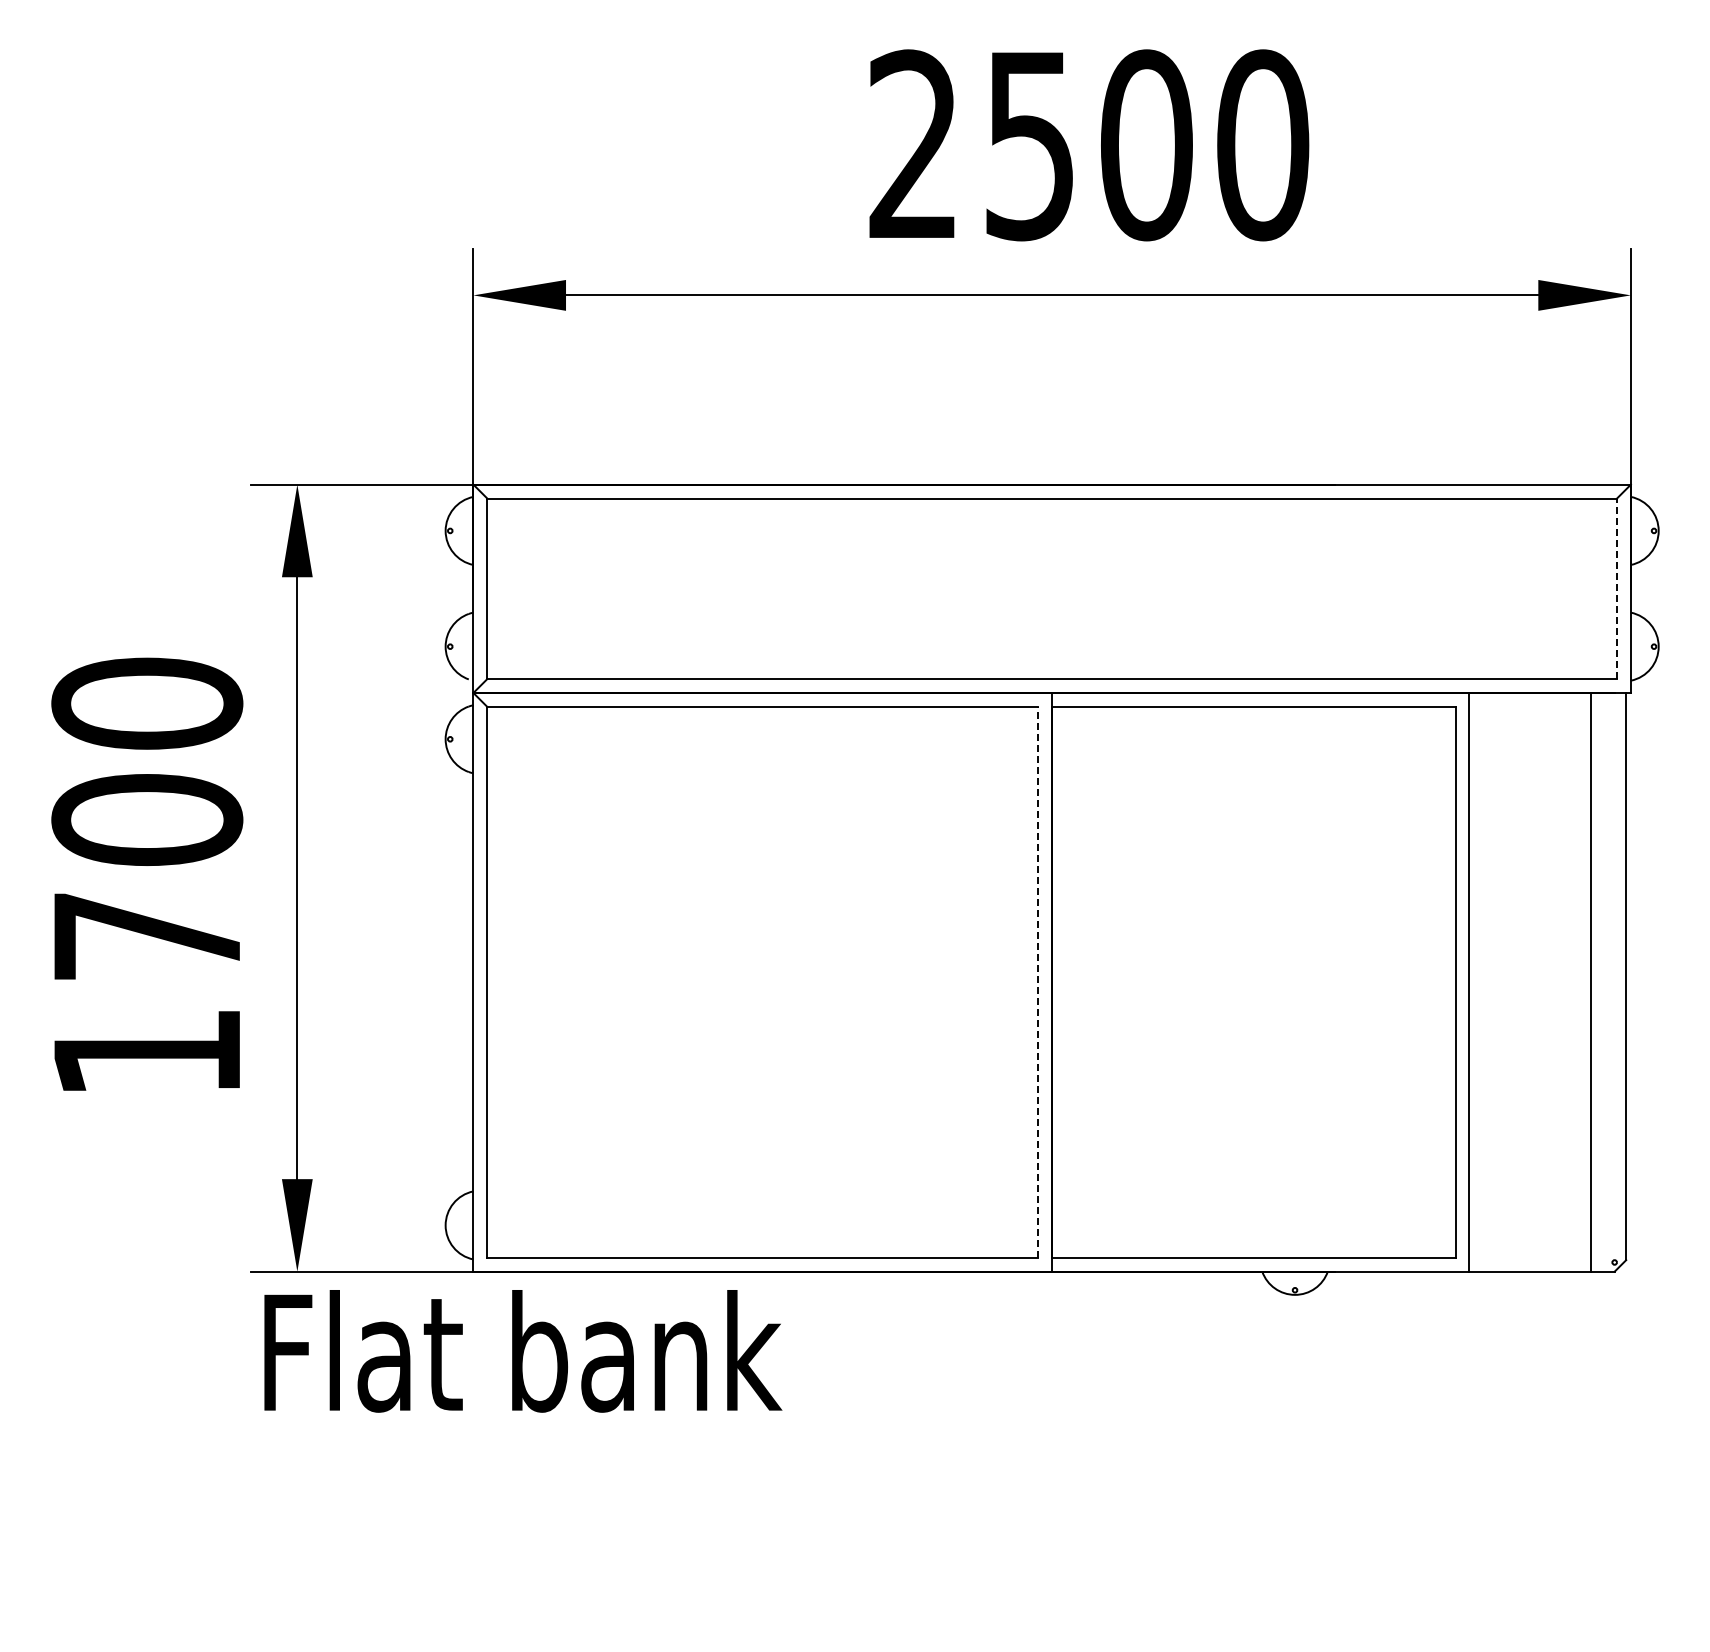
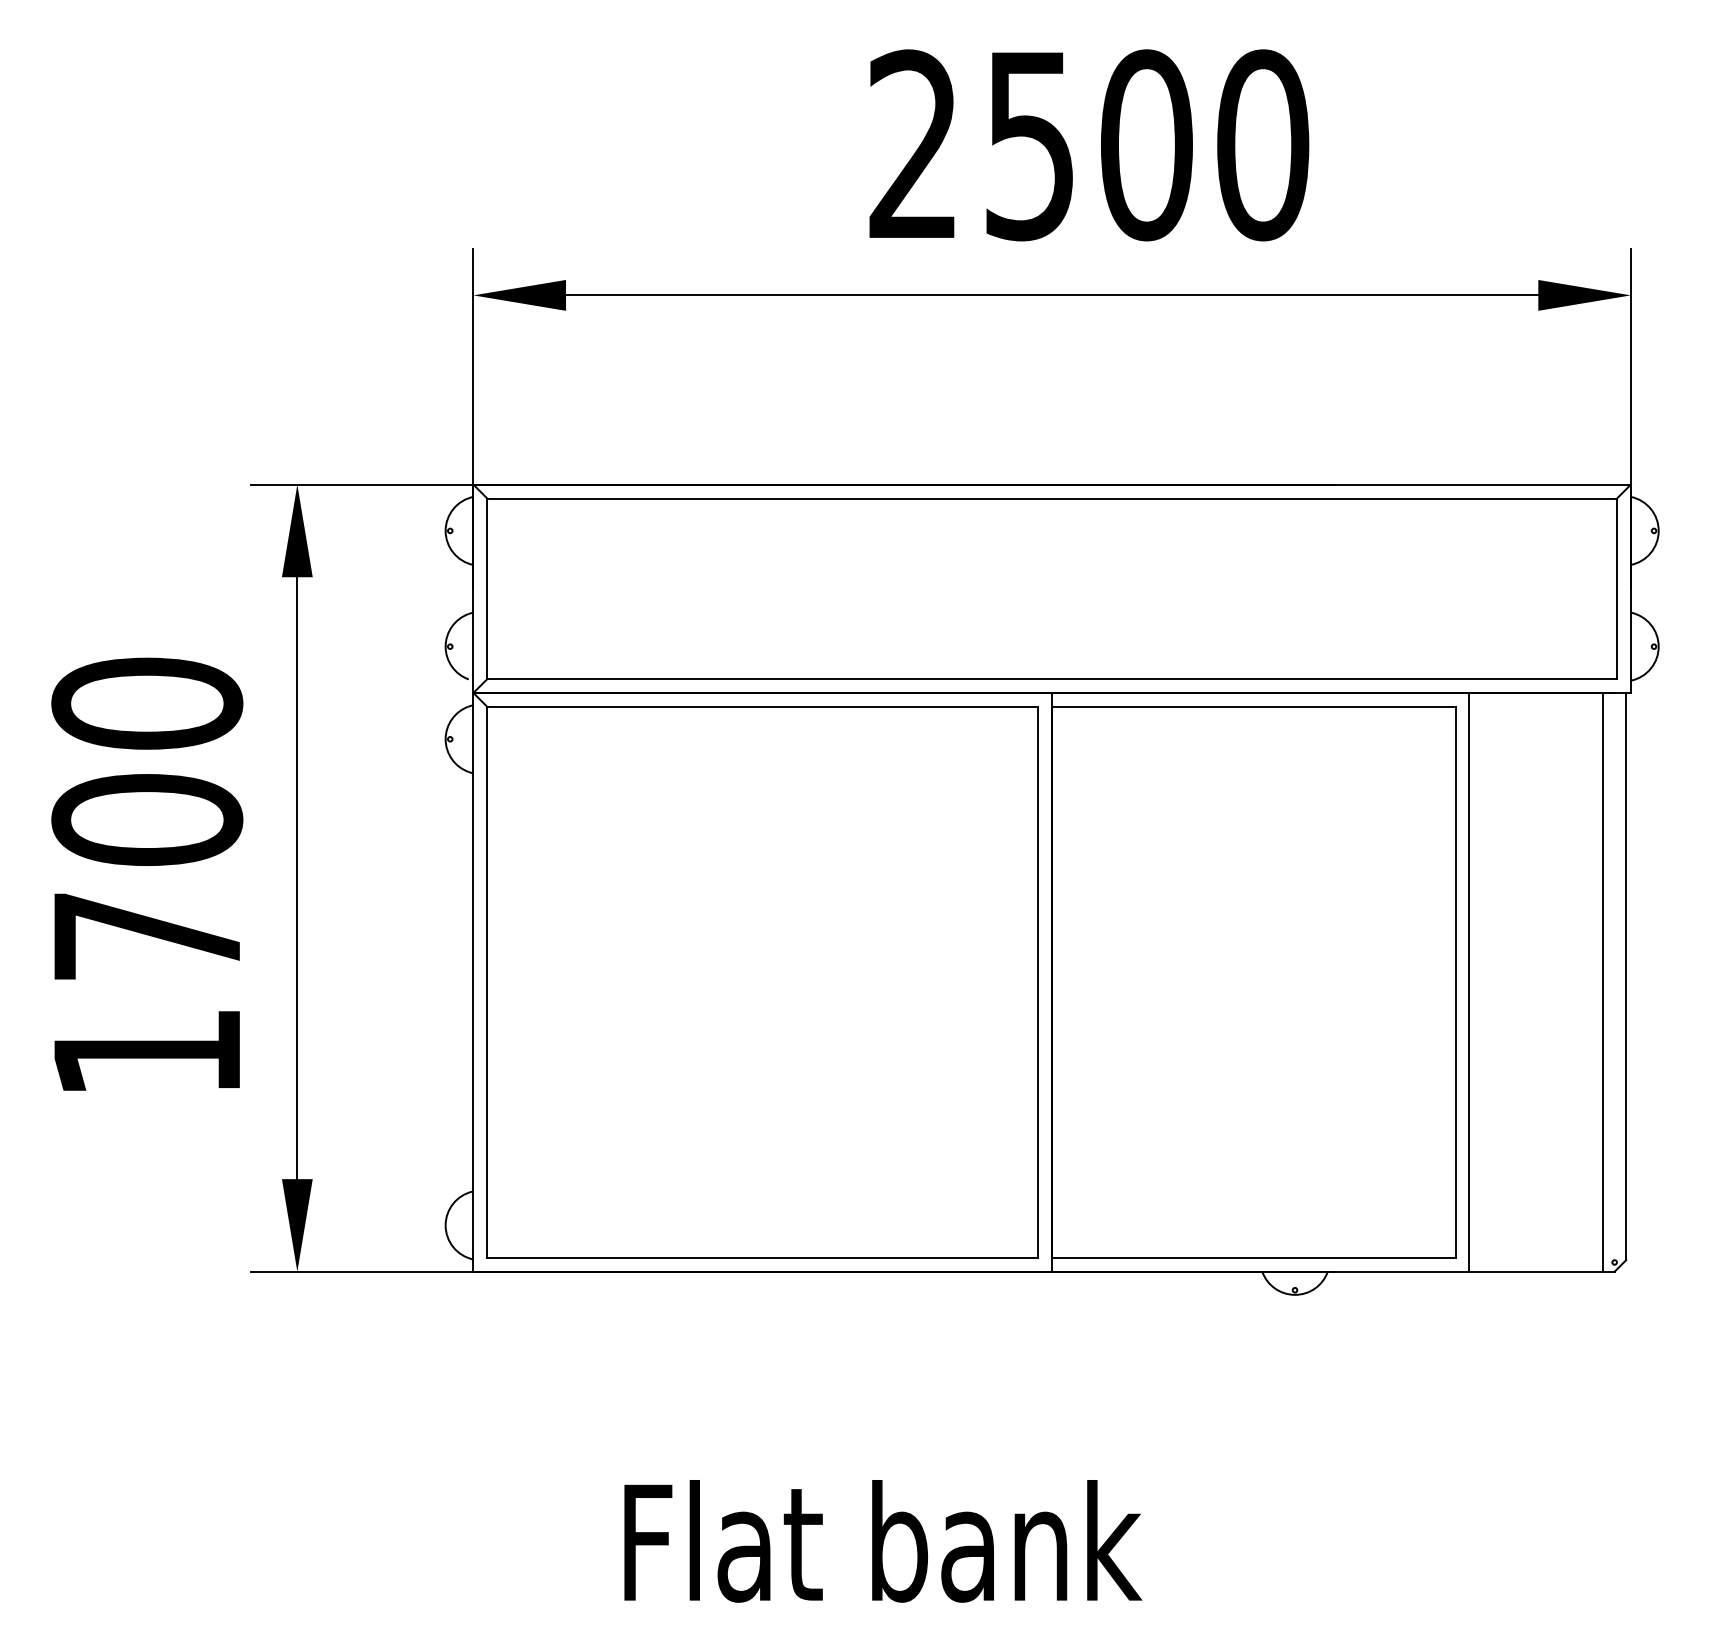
line at (1617, 588): dashed -> solid
line at (1038, 981): dashed -> solid
line at (1591, 981) position: (1591, 981) -> (1603, 981)
text at (523, 1351) position: (523, 1351) -> (883, 1541)
